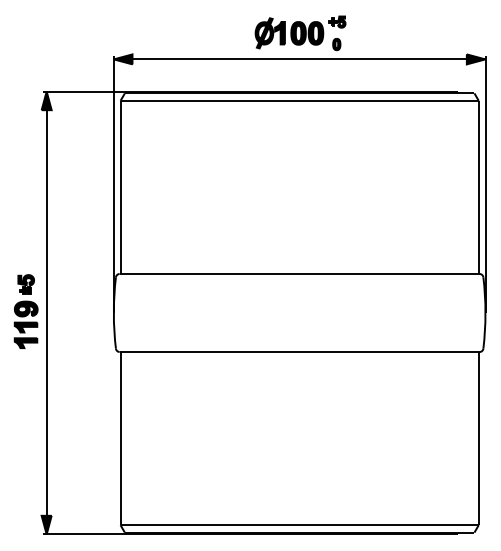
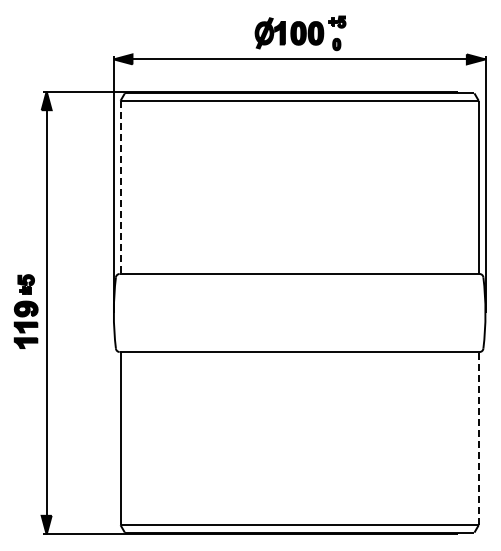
line at (120, 187): solid -> dashed
line at (478, 438): solid -> dashed
